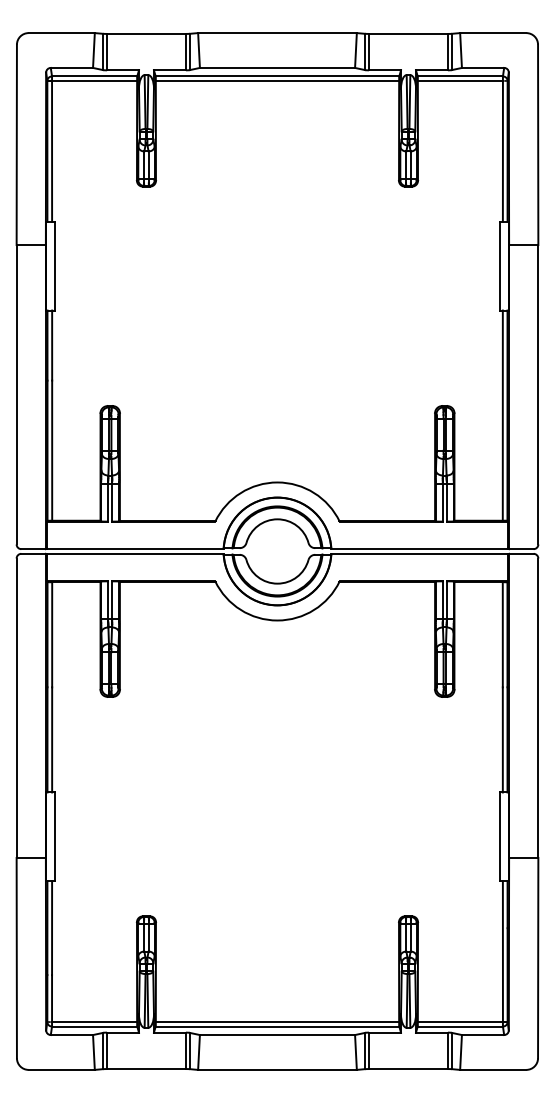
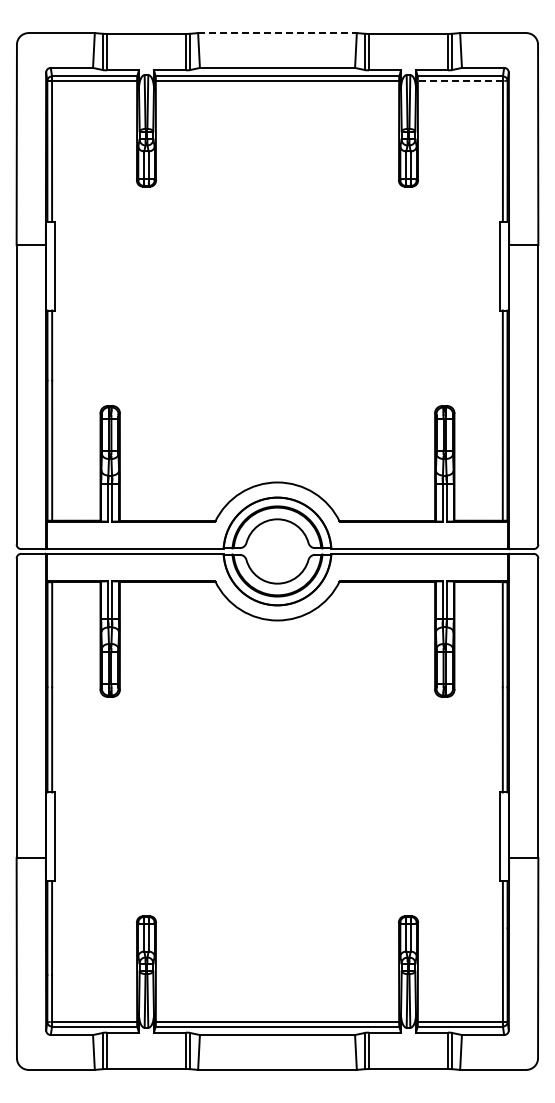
line at (277, 33): solid -> dashed
line at (460, 80): solid -> dashed
